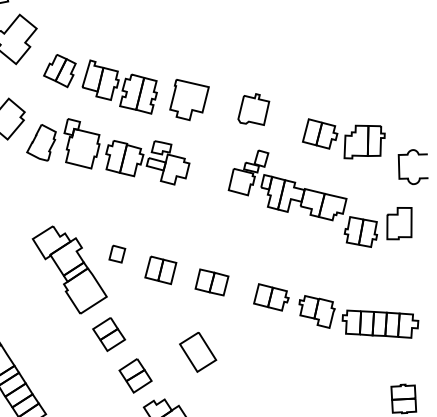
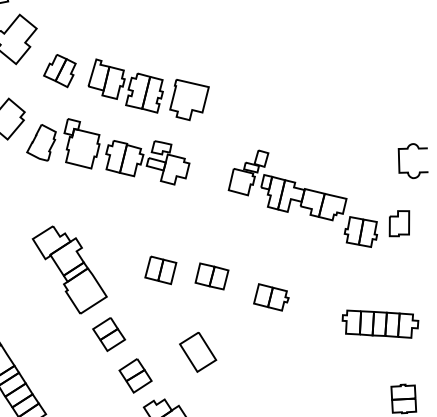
part at (119, 86) position: (119, 86) -> (125, 85)
part at (253, 109): present -> none
part at (343, 138): present -> none
curve at (408, 177) position: (408, 177) -> (408, 171)
part at (399, 223) size: 27x34 px -> 23x28 px
part at (117, 253): present -> none
part at (211, 282) position: (211, 282) -> (211, 276)
part at (316, 311): present -> none
